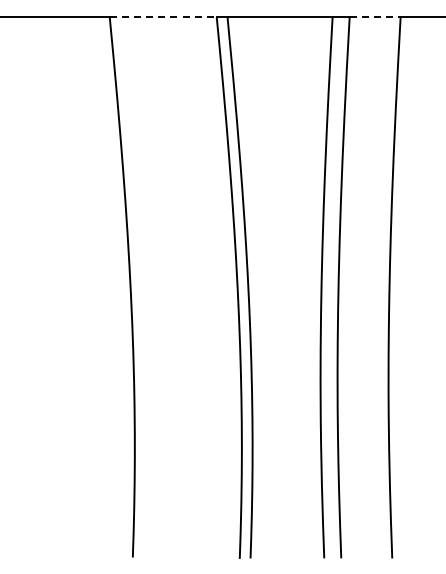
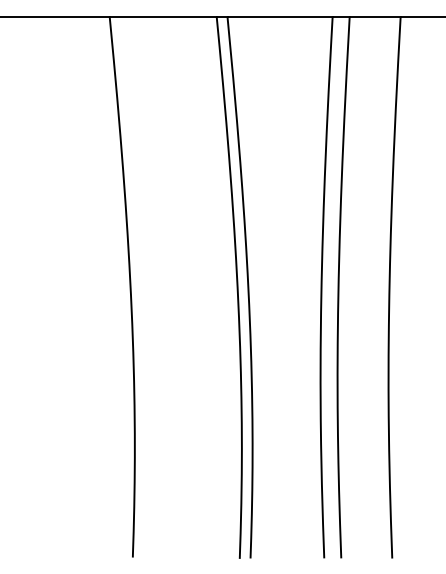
line at (163, 17): dashed -> solid
line at (375, 17): dashed -> solid
